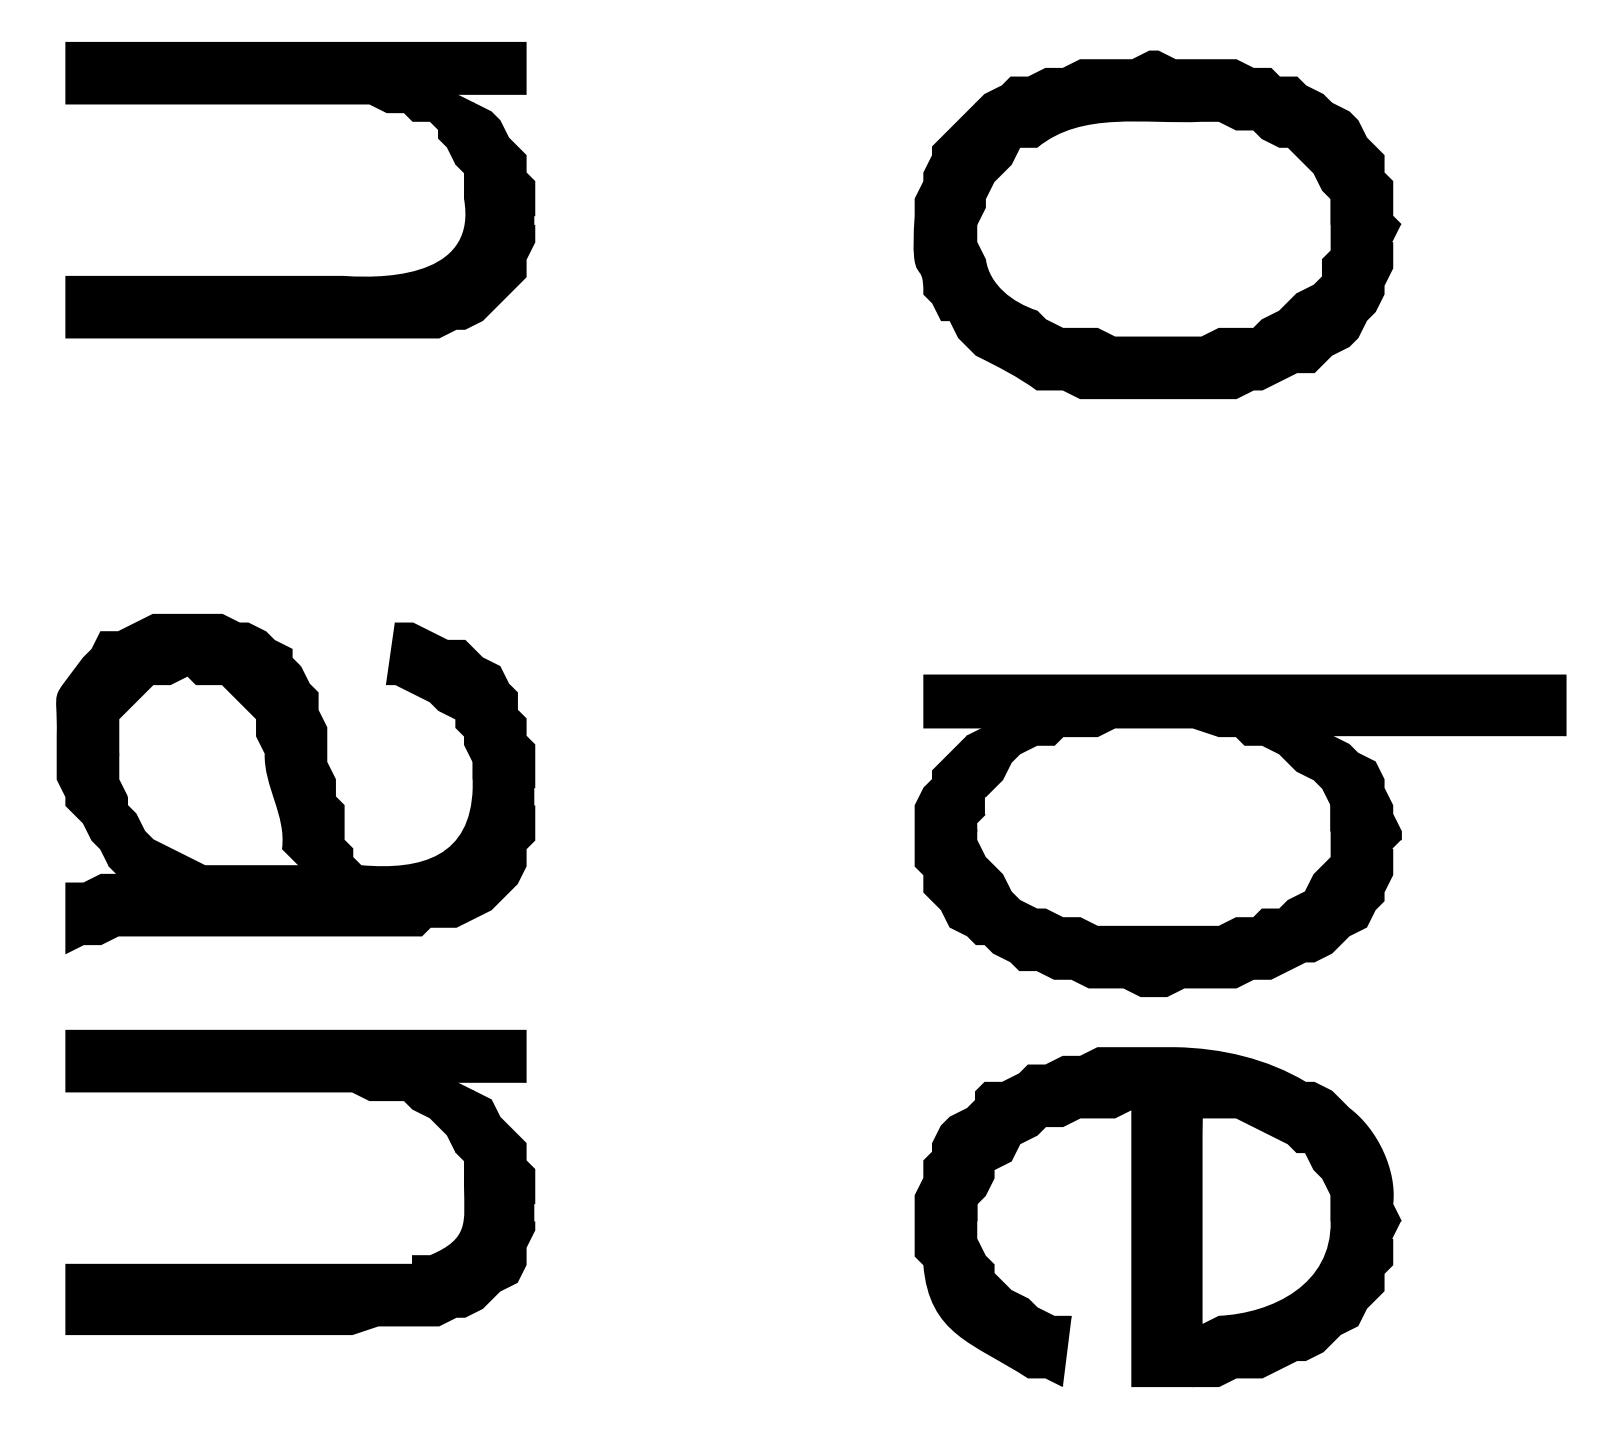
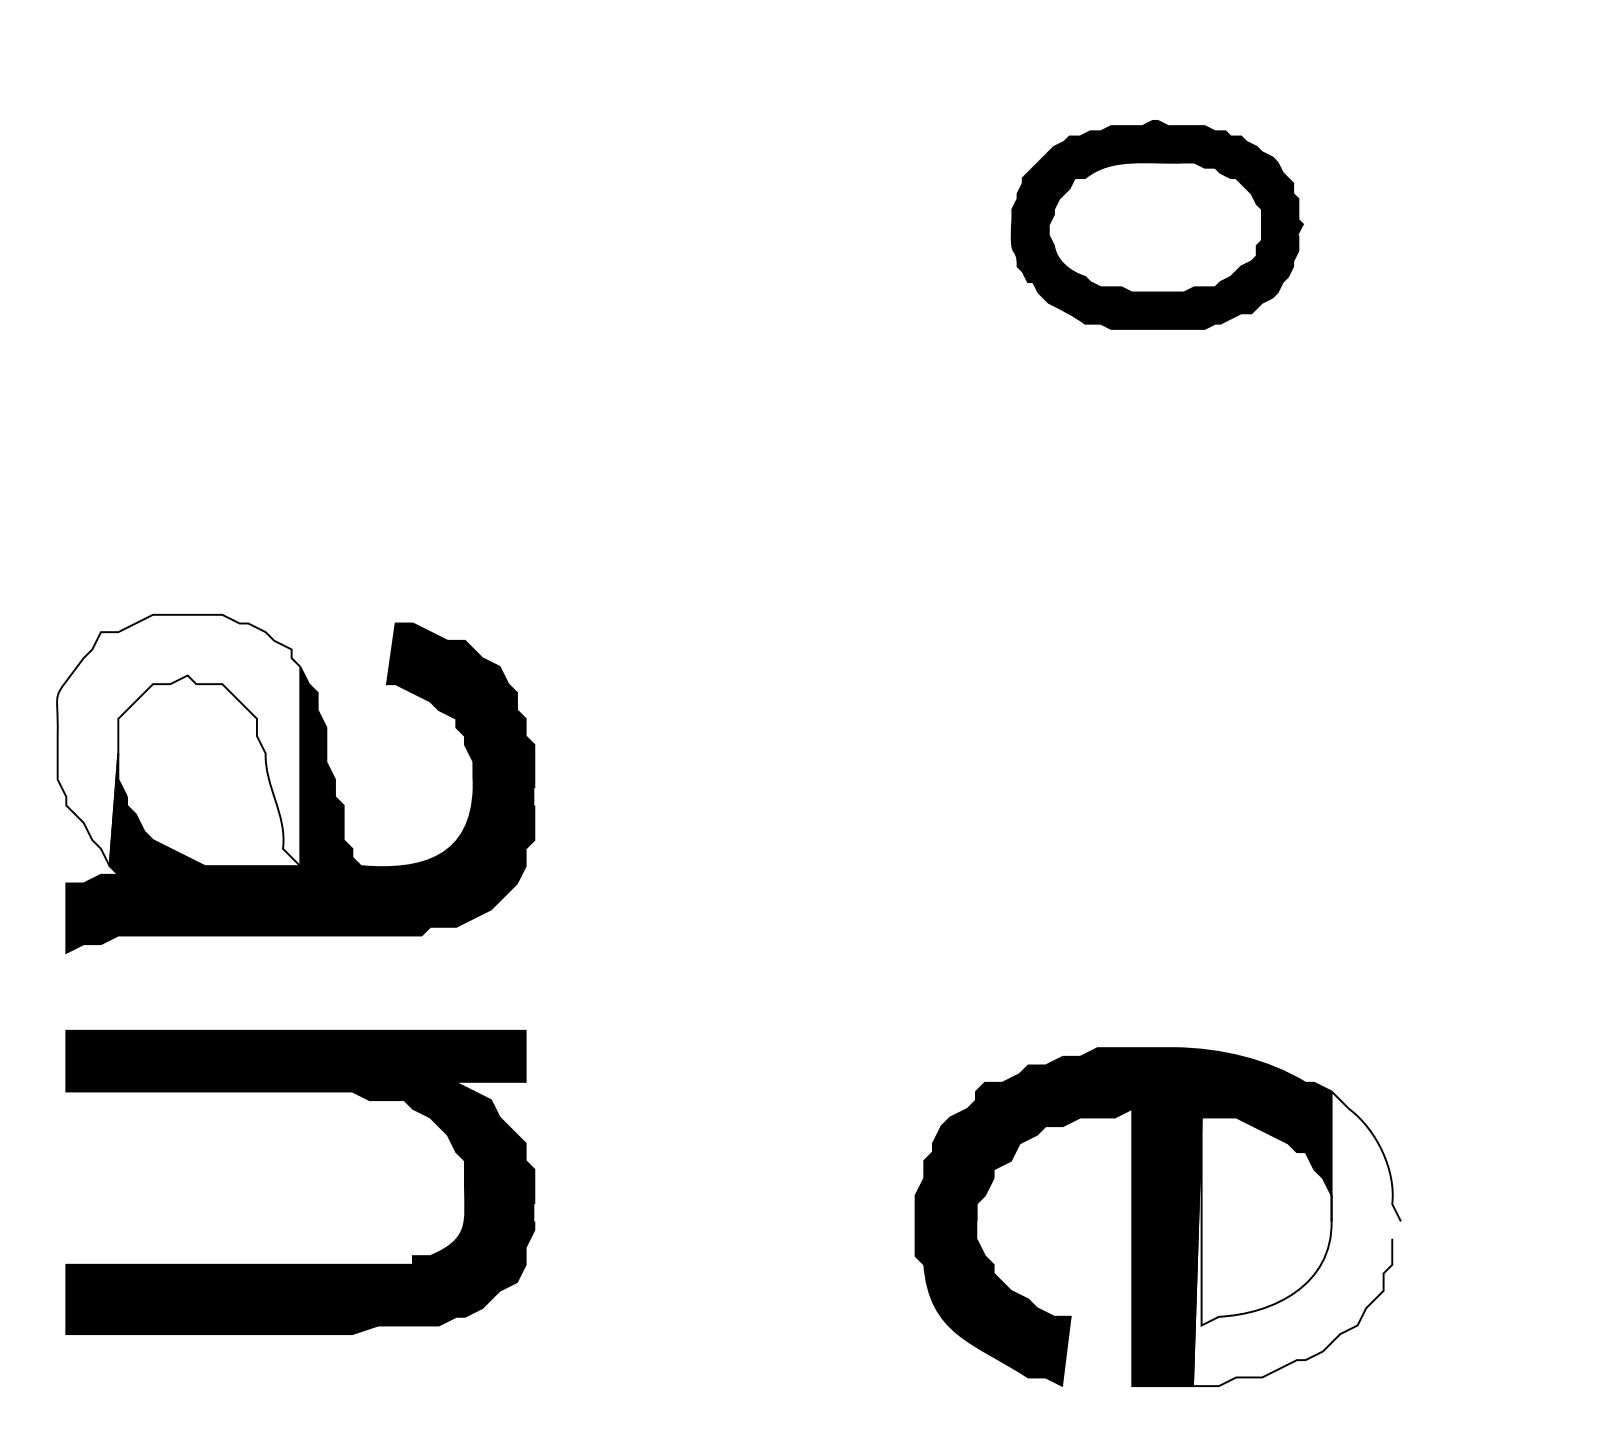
part at (300, 104): present -> none
part at (1157, 224) size: 489x350 px -> 294x210 px
fill at (178, 740): present -> none
part at (1240, 835): present -> none
fill at (1296, 1238): present -> none
